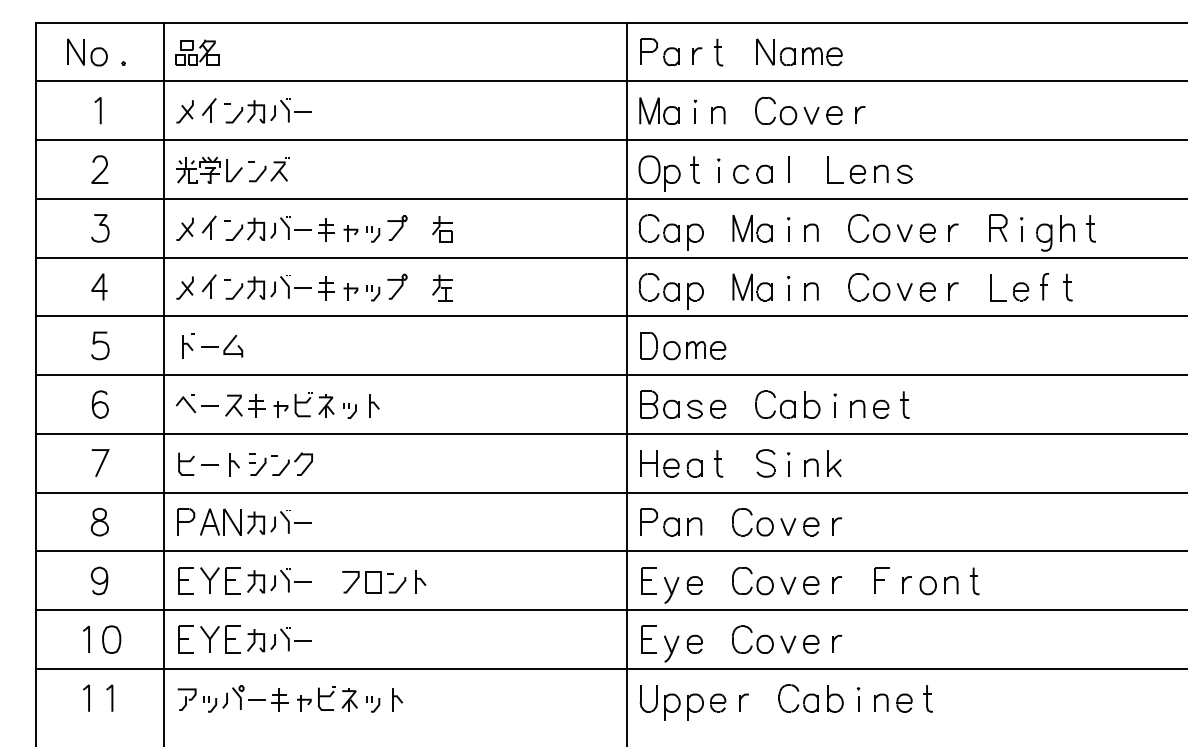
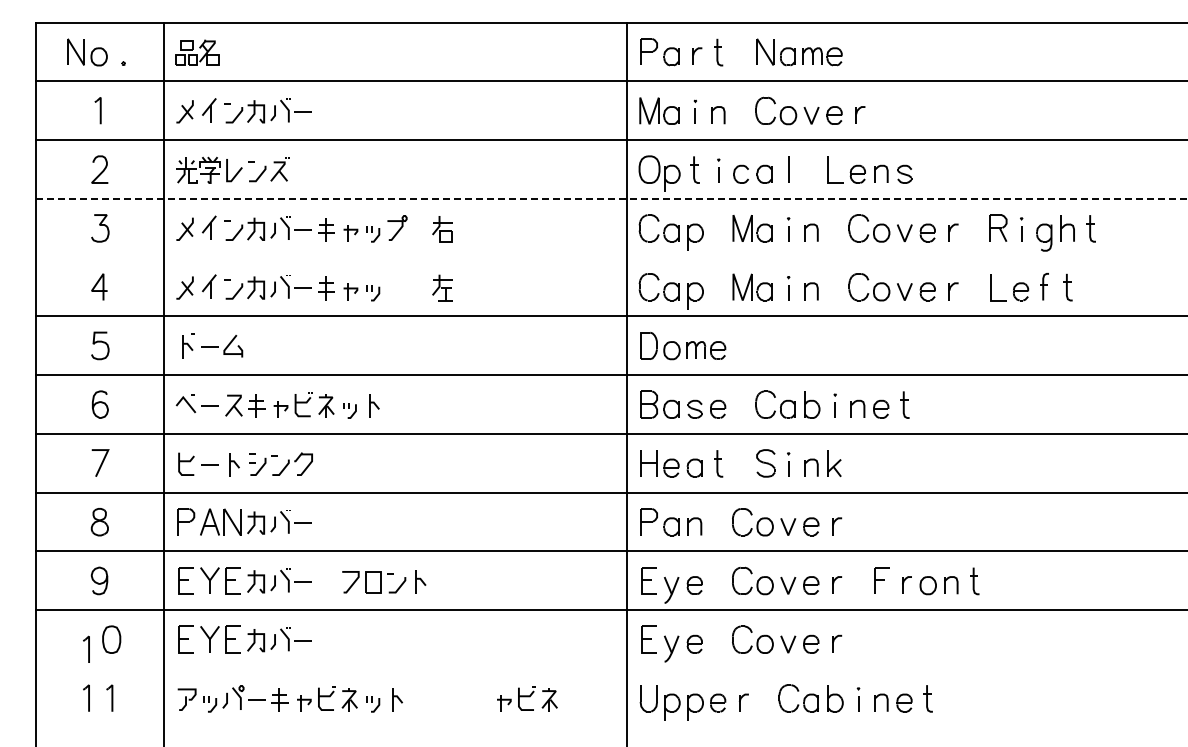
line at (611, 198): solid -> dashed
line at (609, 257): present -> none
part at (397, 286): present -> none
part at (86, 638) position: (86, 638) -> (86, 648)
line at (609, 668): present -> none
part at (527, 698): none -> present
